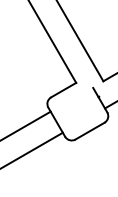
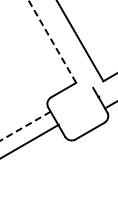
line at (52, 41): solid -> dashed
line at (25, 126): solid -> dashed
line at (32, 149) position: (32, 149) -> (30, 140)
